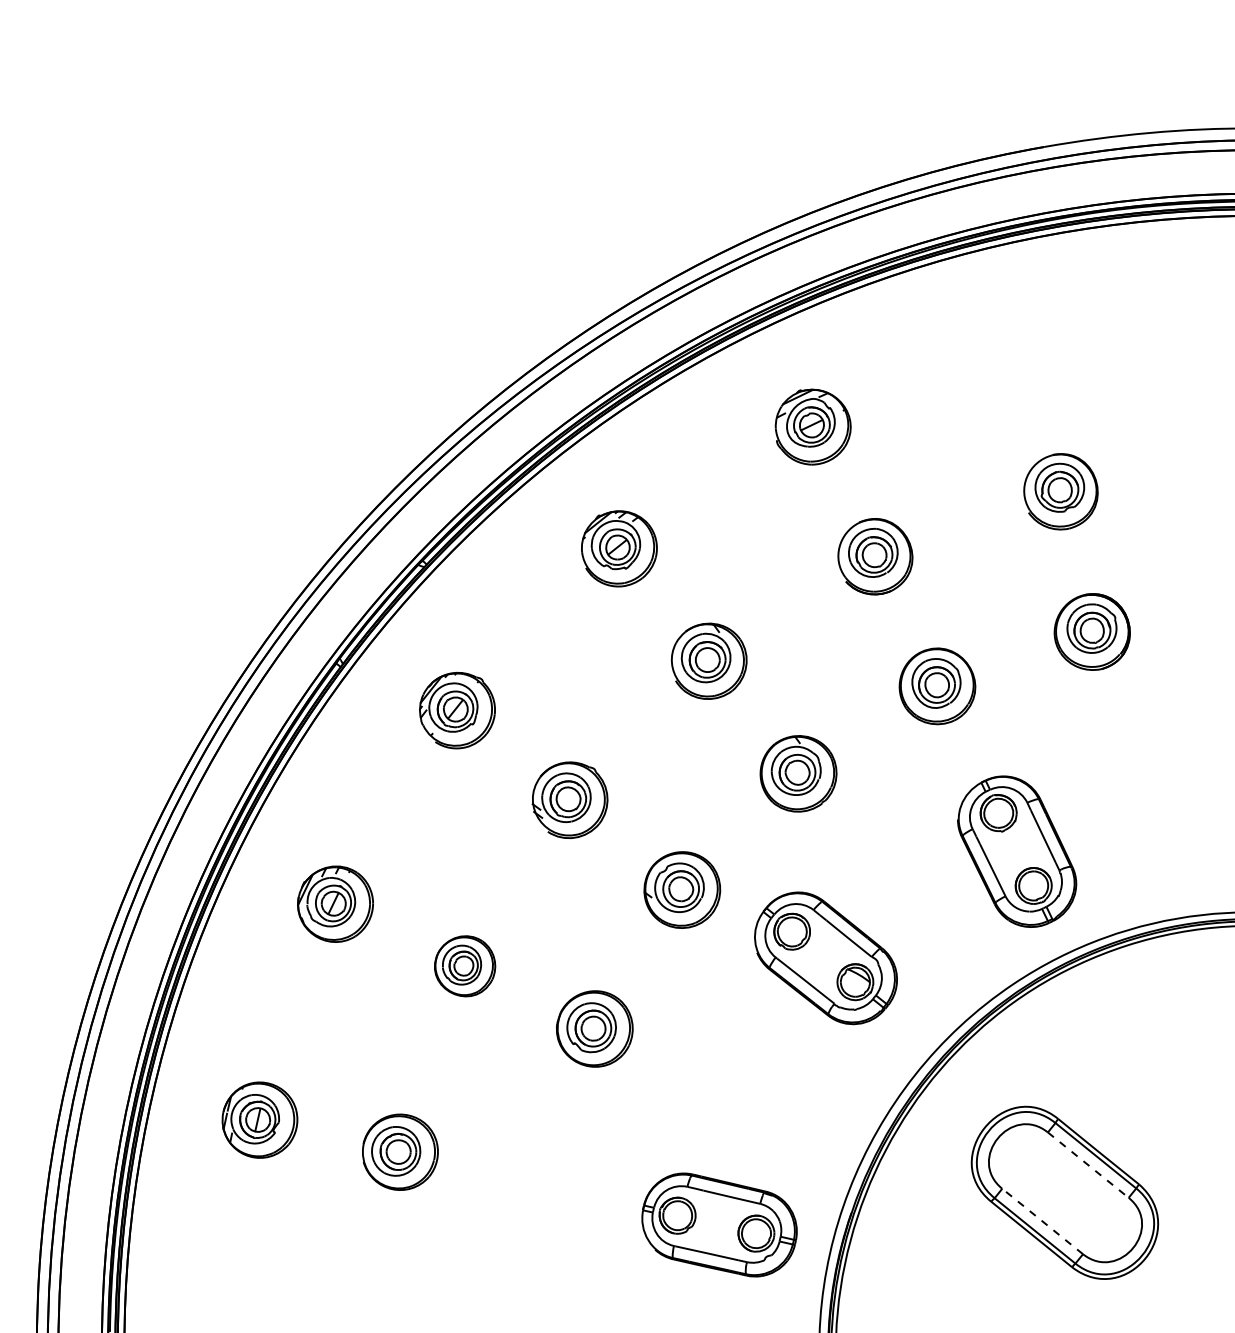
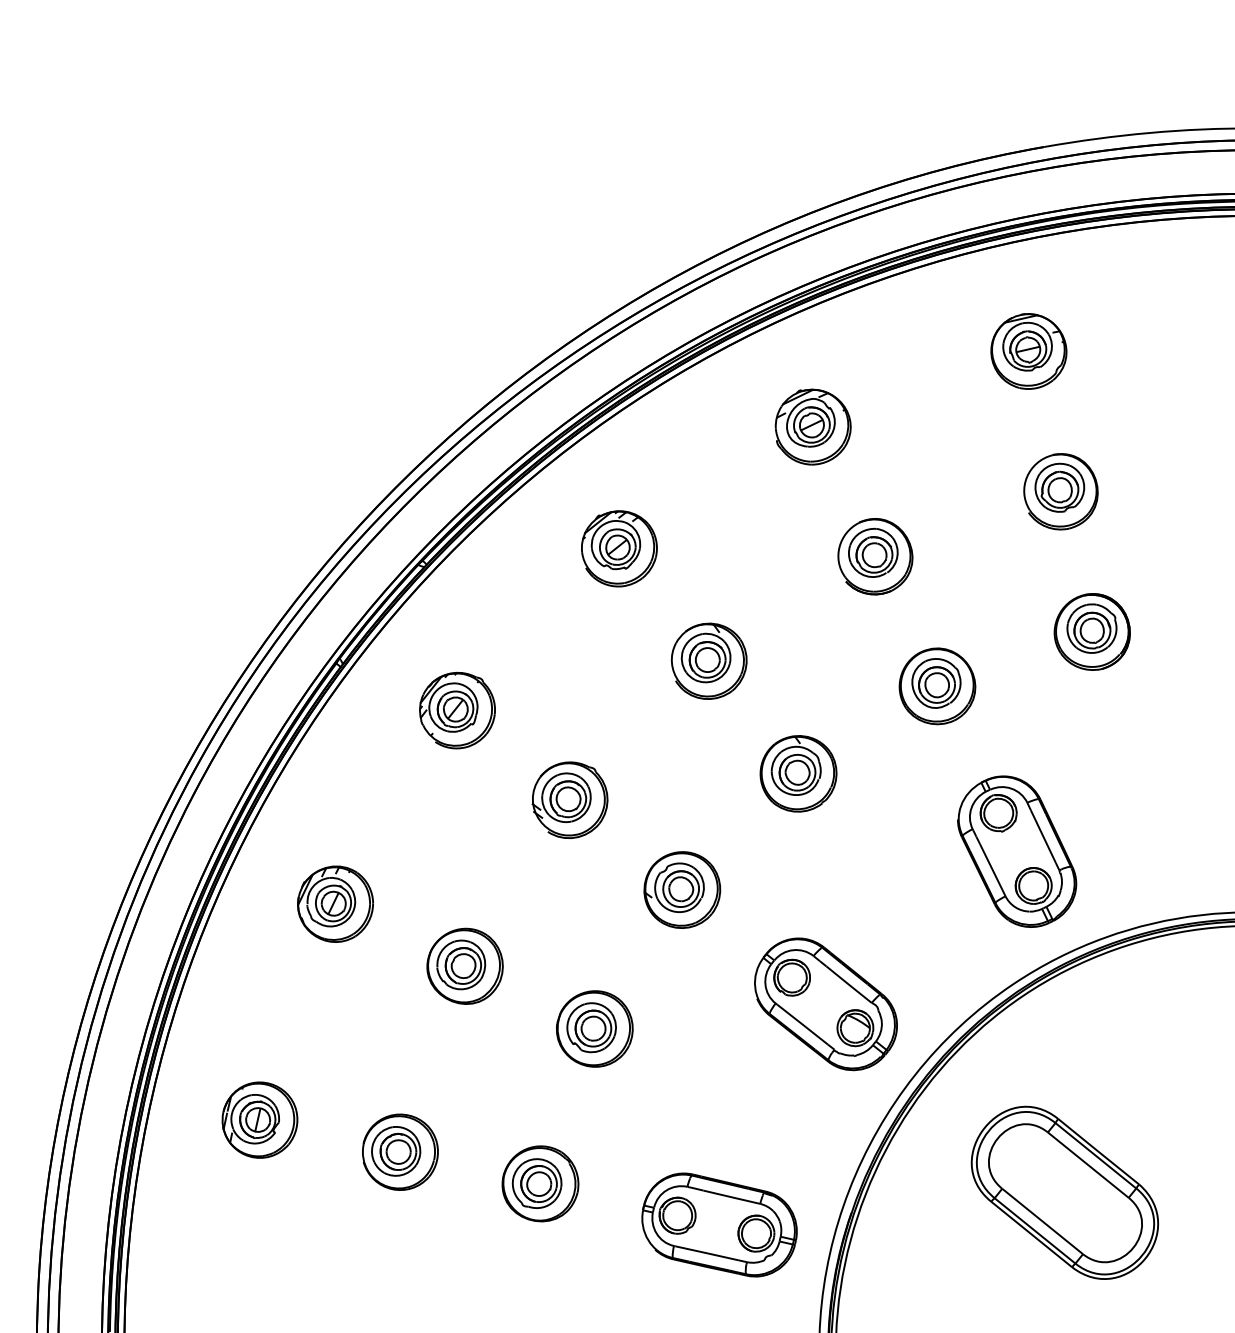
part at (1028, 351): none -> present
part at (825, 958) position: (825, 958) -> (825, 1004)
part at (465, 966) size: 63x63 px -> 78x78 px
line at (1088, 1165): dashed -> solid
part at (540, 1183): none -> present
line at (1042, 1221): dashed -> solid
